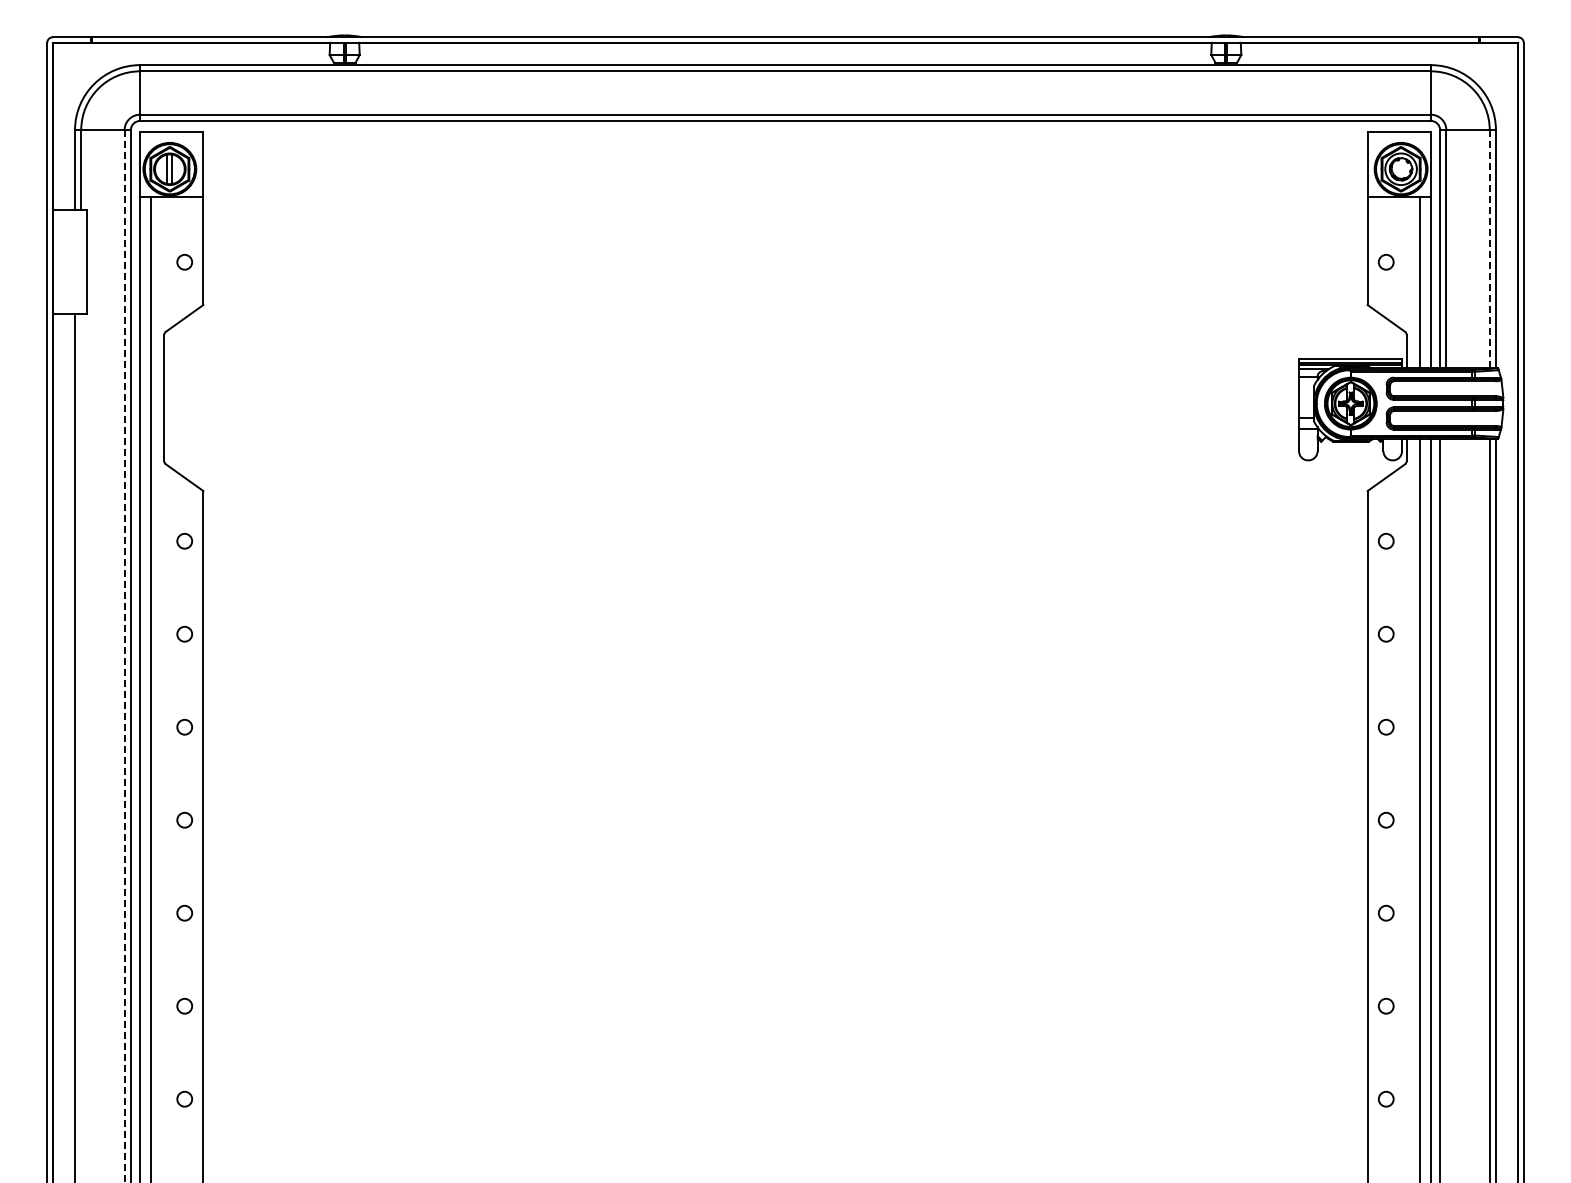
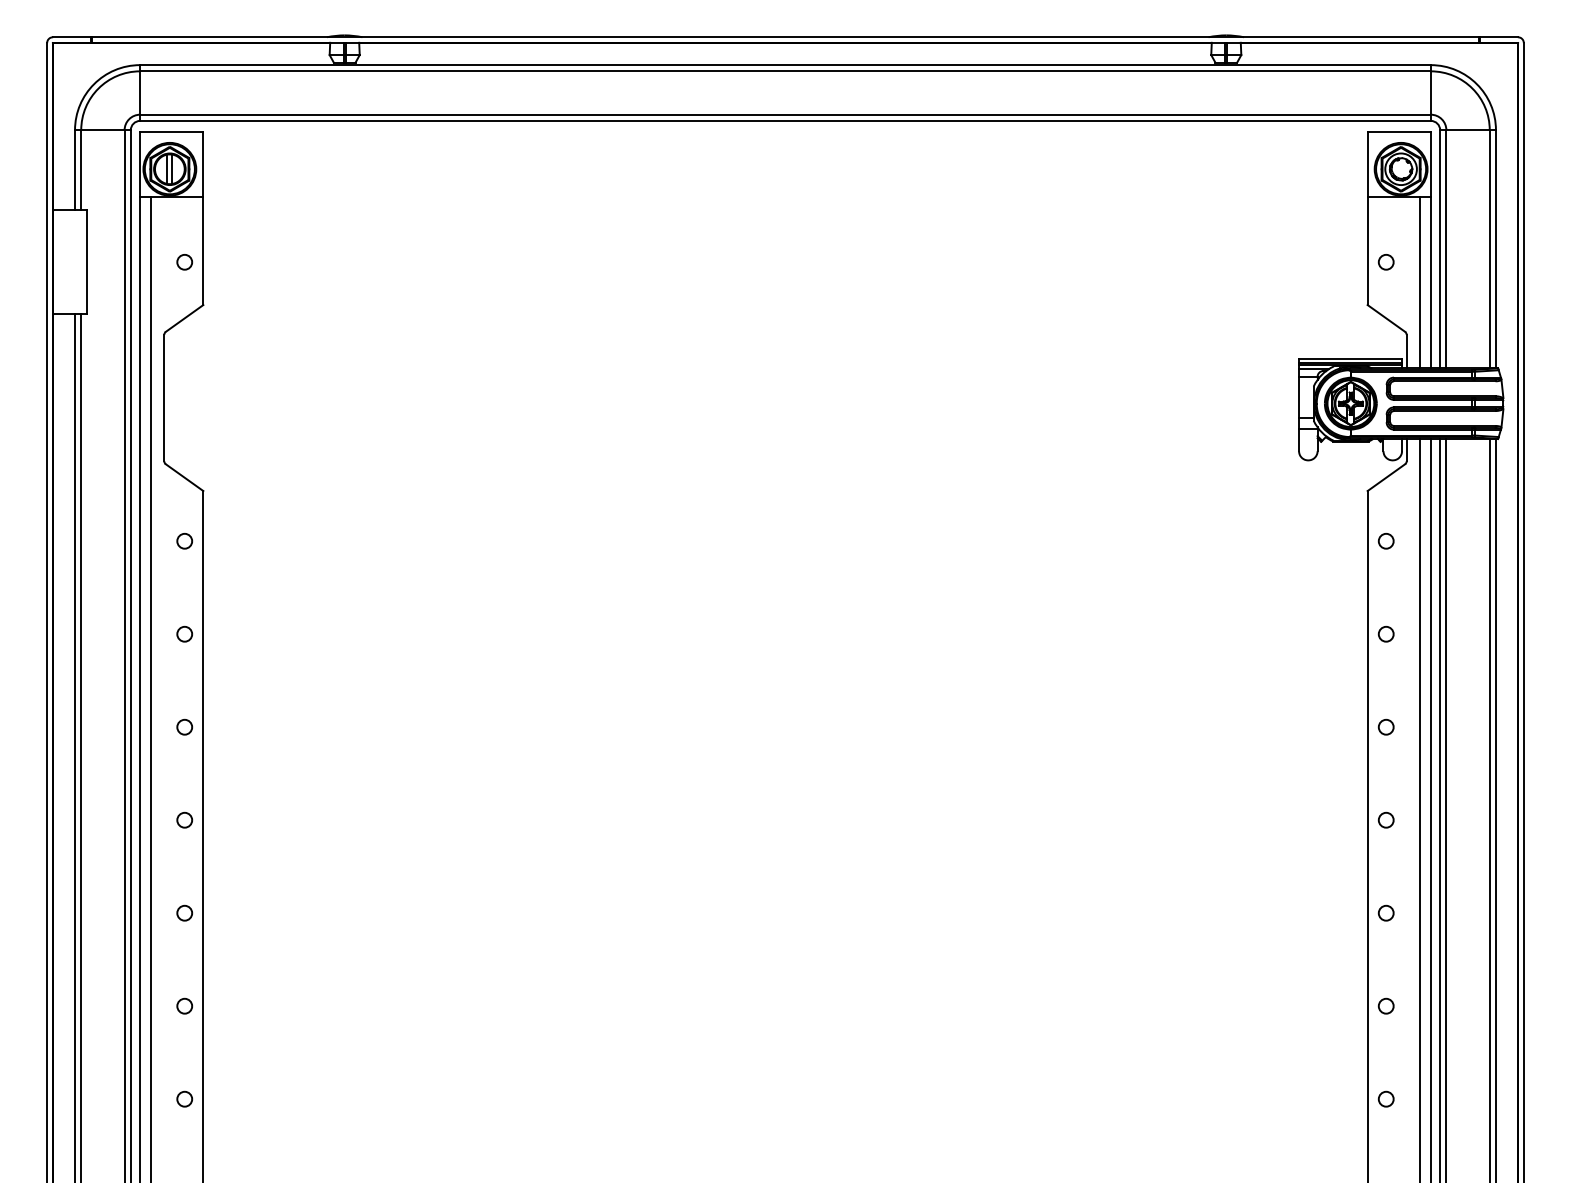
line at (1489, 249): dashed -> solid
line at (124, 656): dashed -> solid
line at (81, 746): none -> present
line at (1446, 808): none -> present
